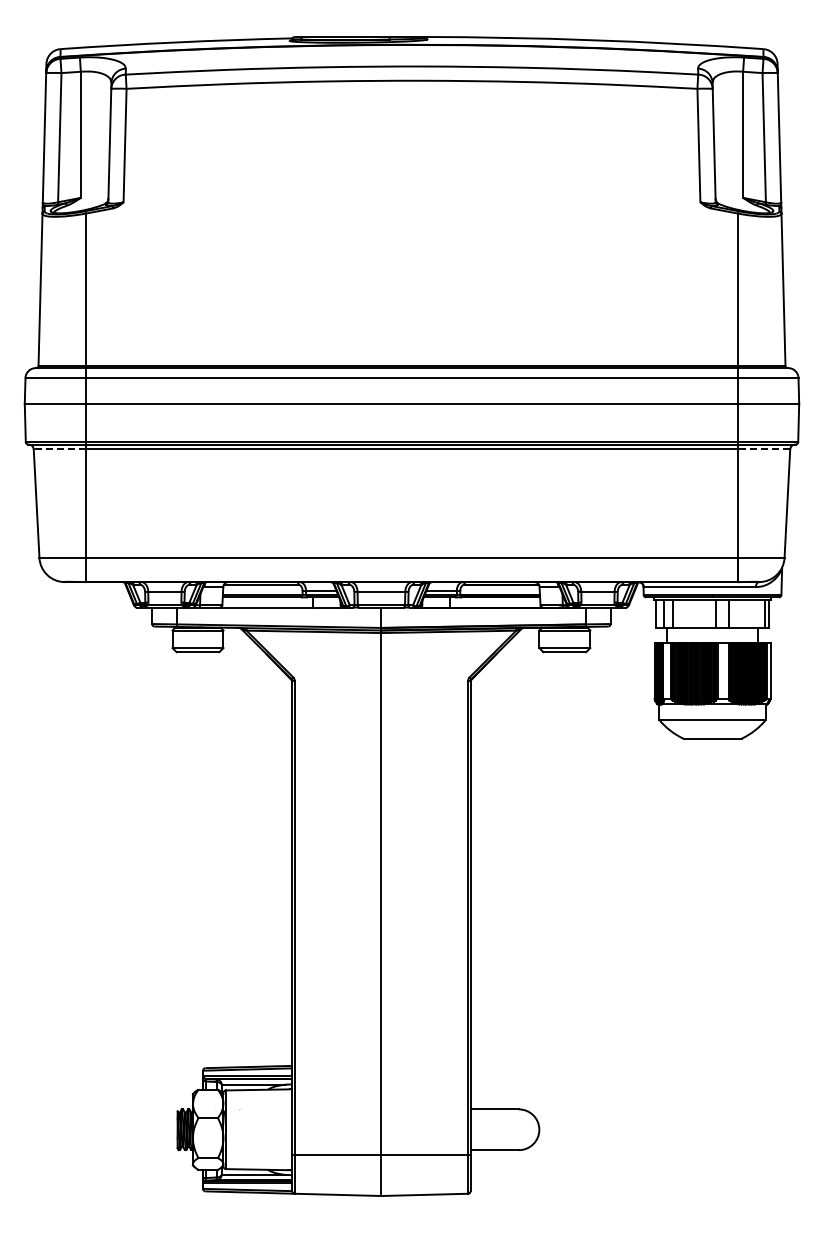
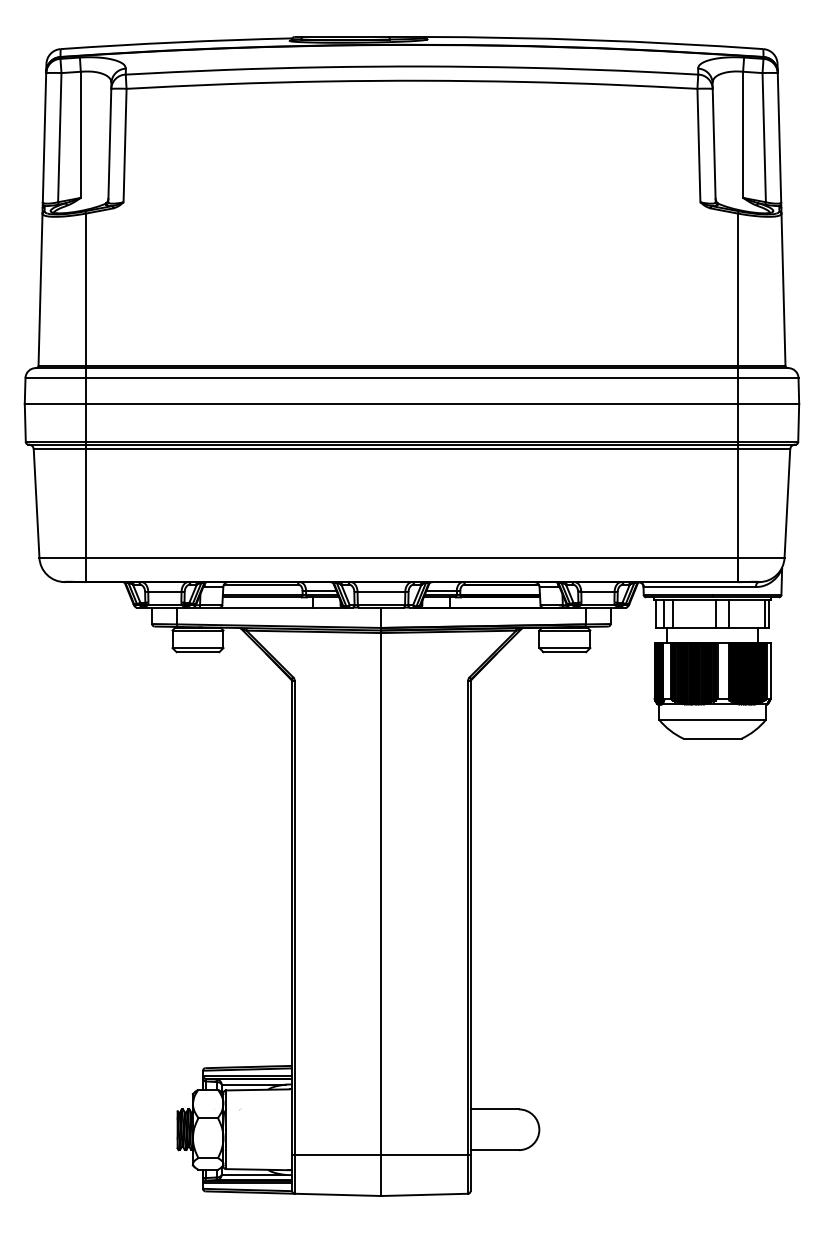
line at (59, 449): dashed -> solid
line at (763, 449): dashed -> solid
